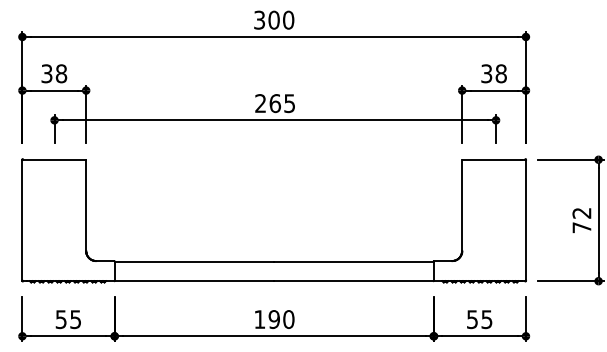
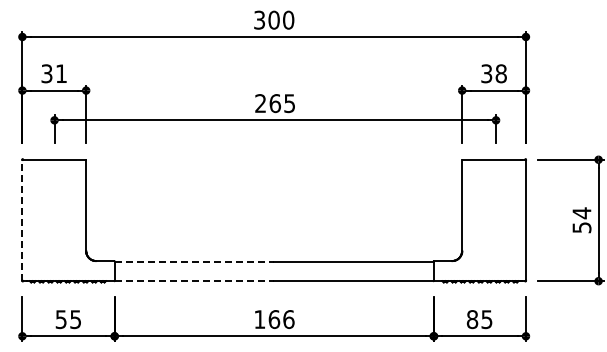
text at (61, 73): 38 -> 31
line at (22, 219): solid -> dashed
text at (581, 220): 72 -> 54
line at (194, 261): solid -> dashed
line at (194, 281): solid -> dashed
text at (281, 319): 190 -> 166
text at (472, 319): 55 -> 85
